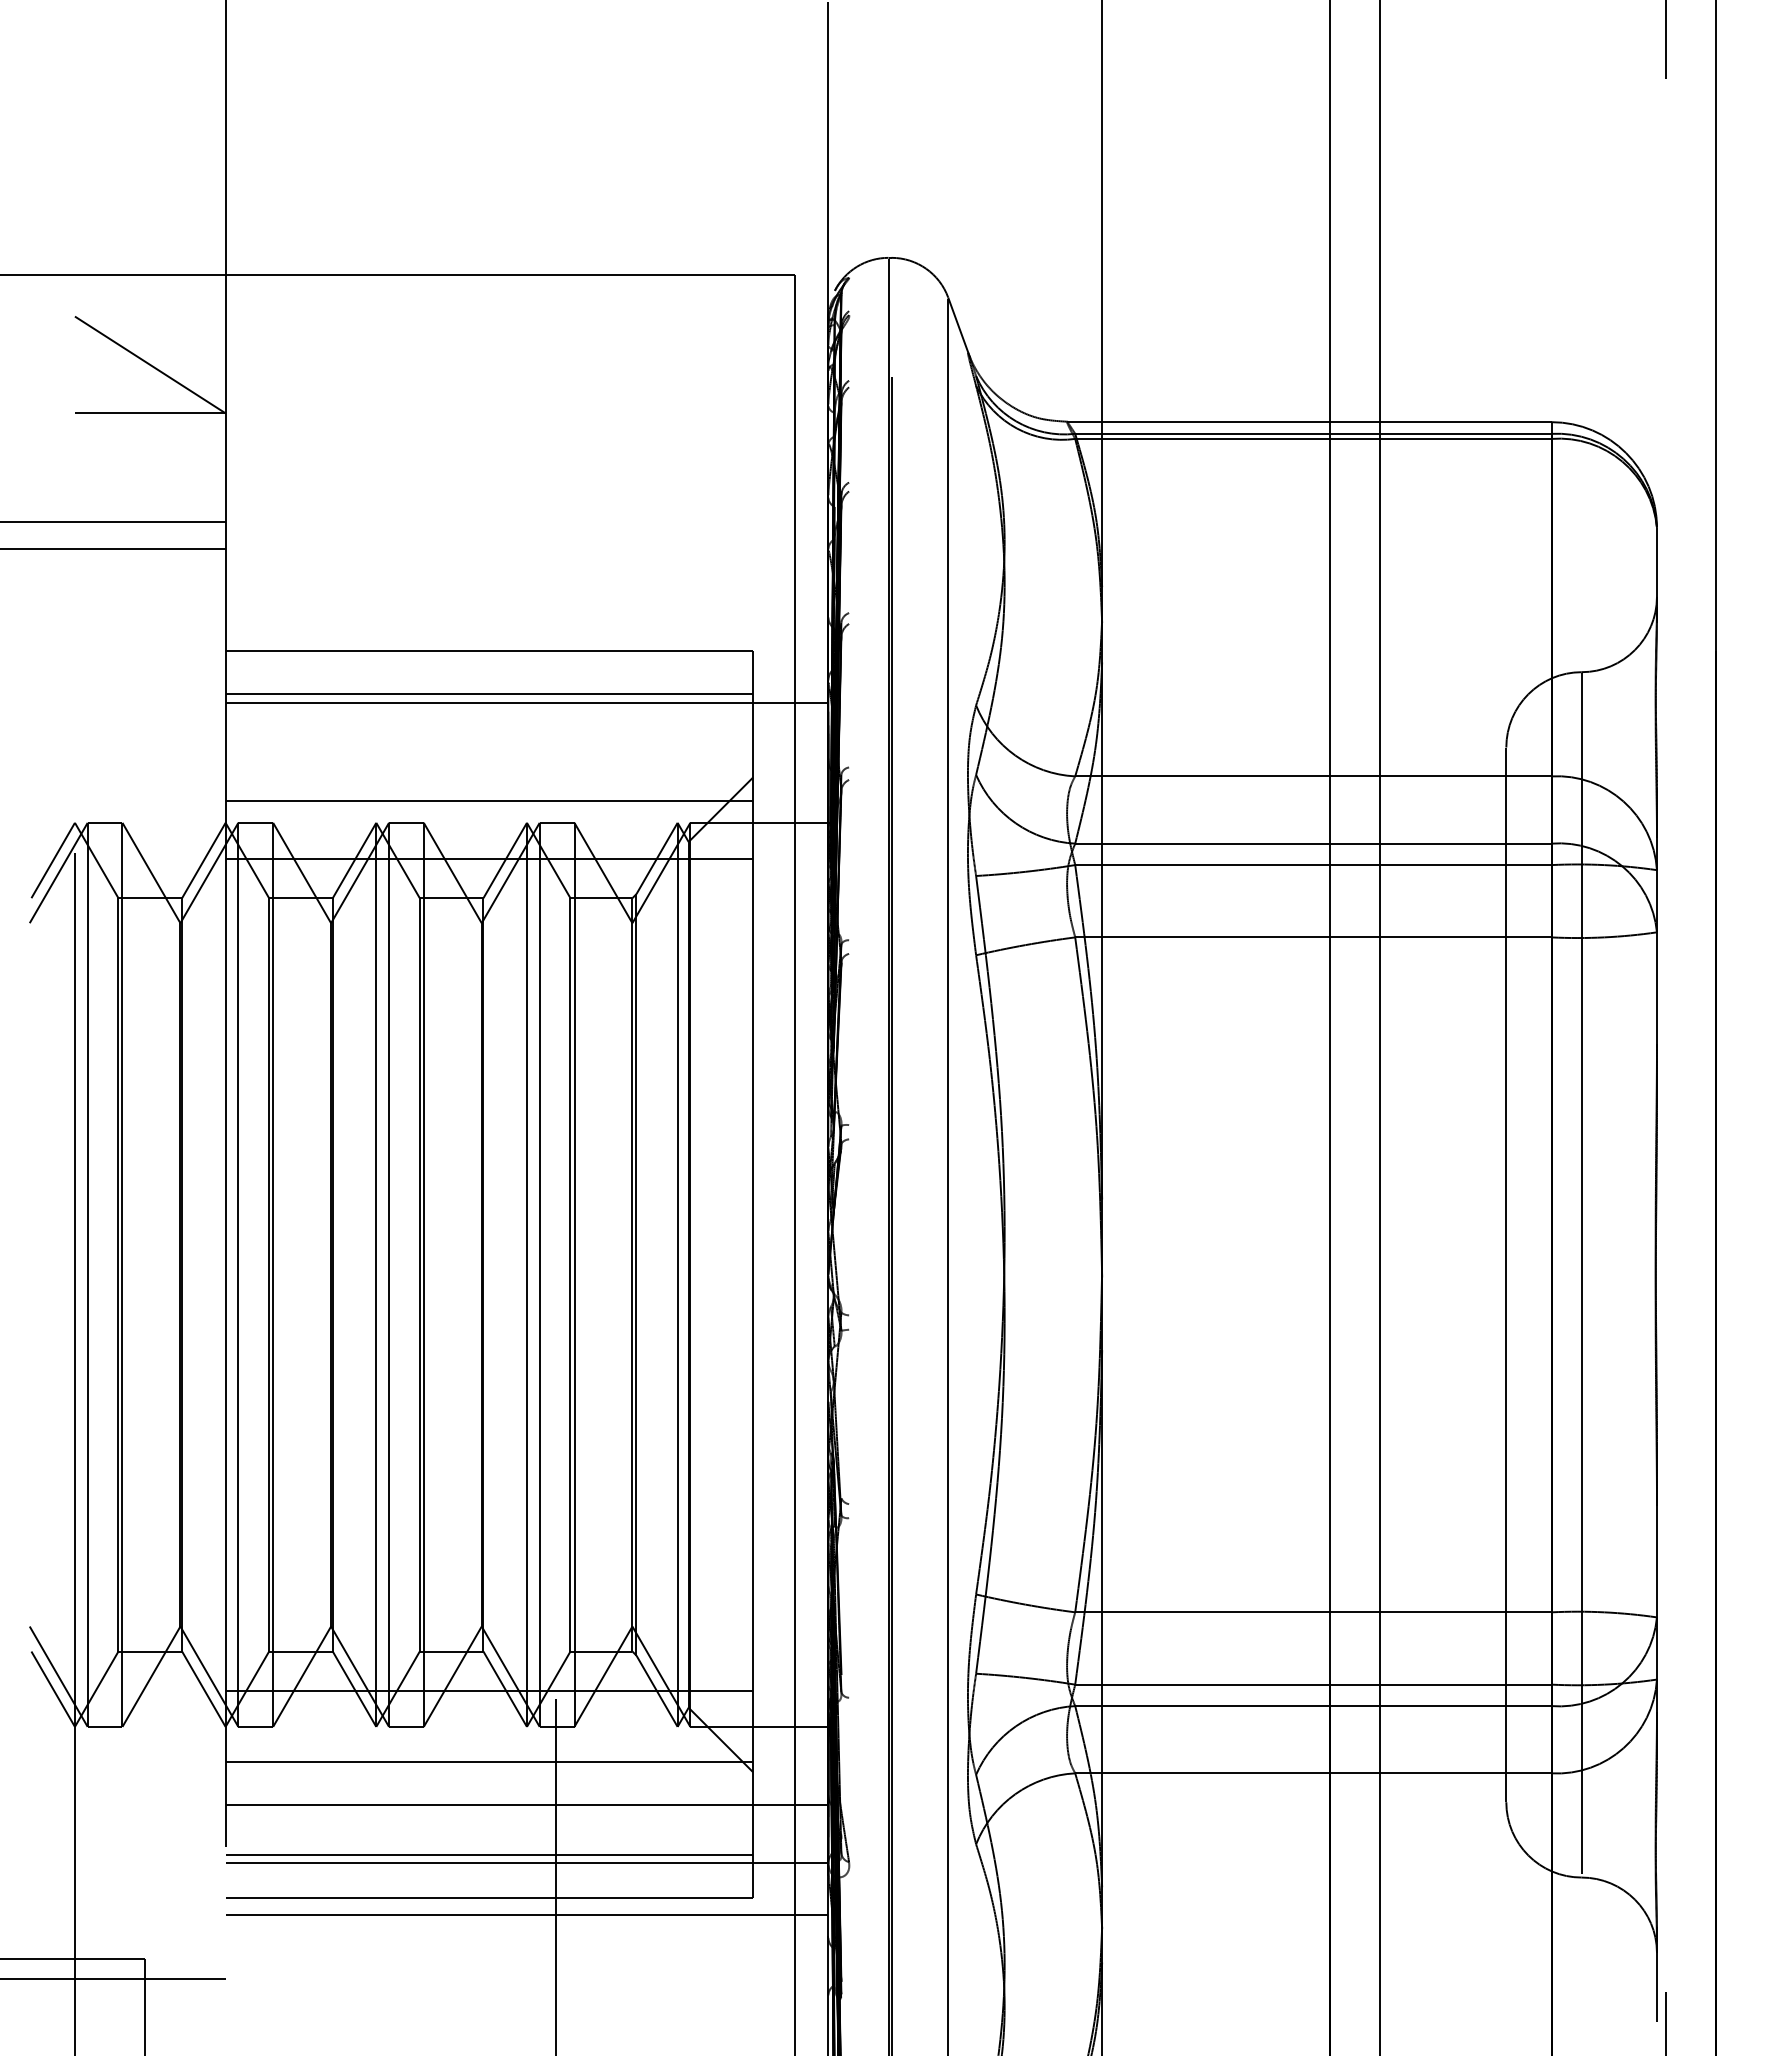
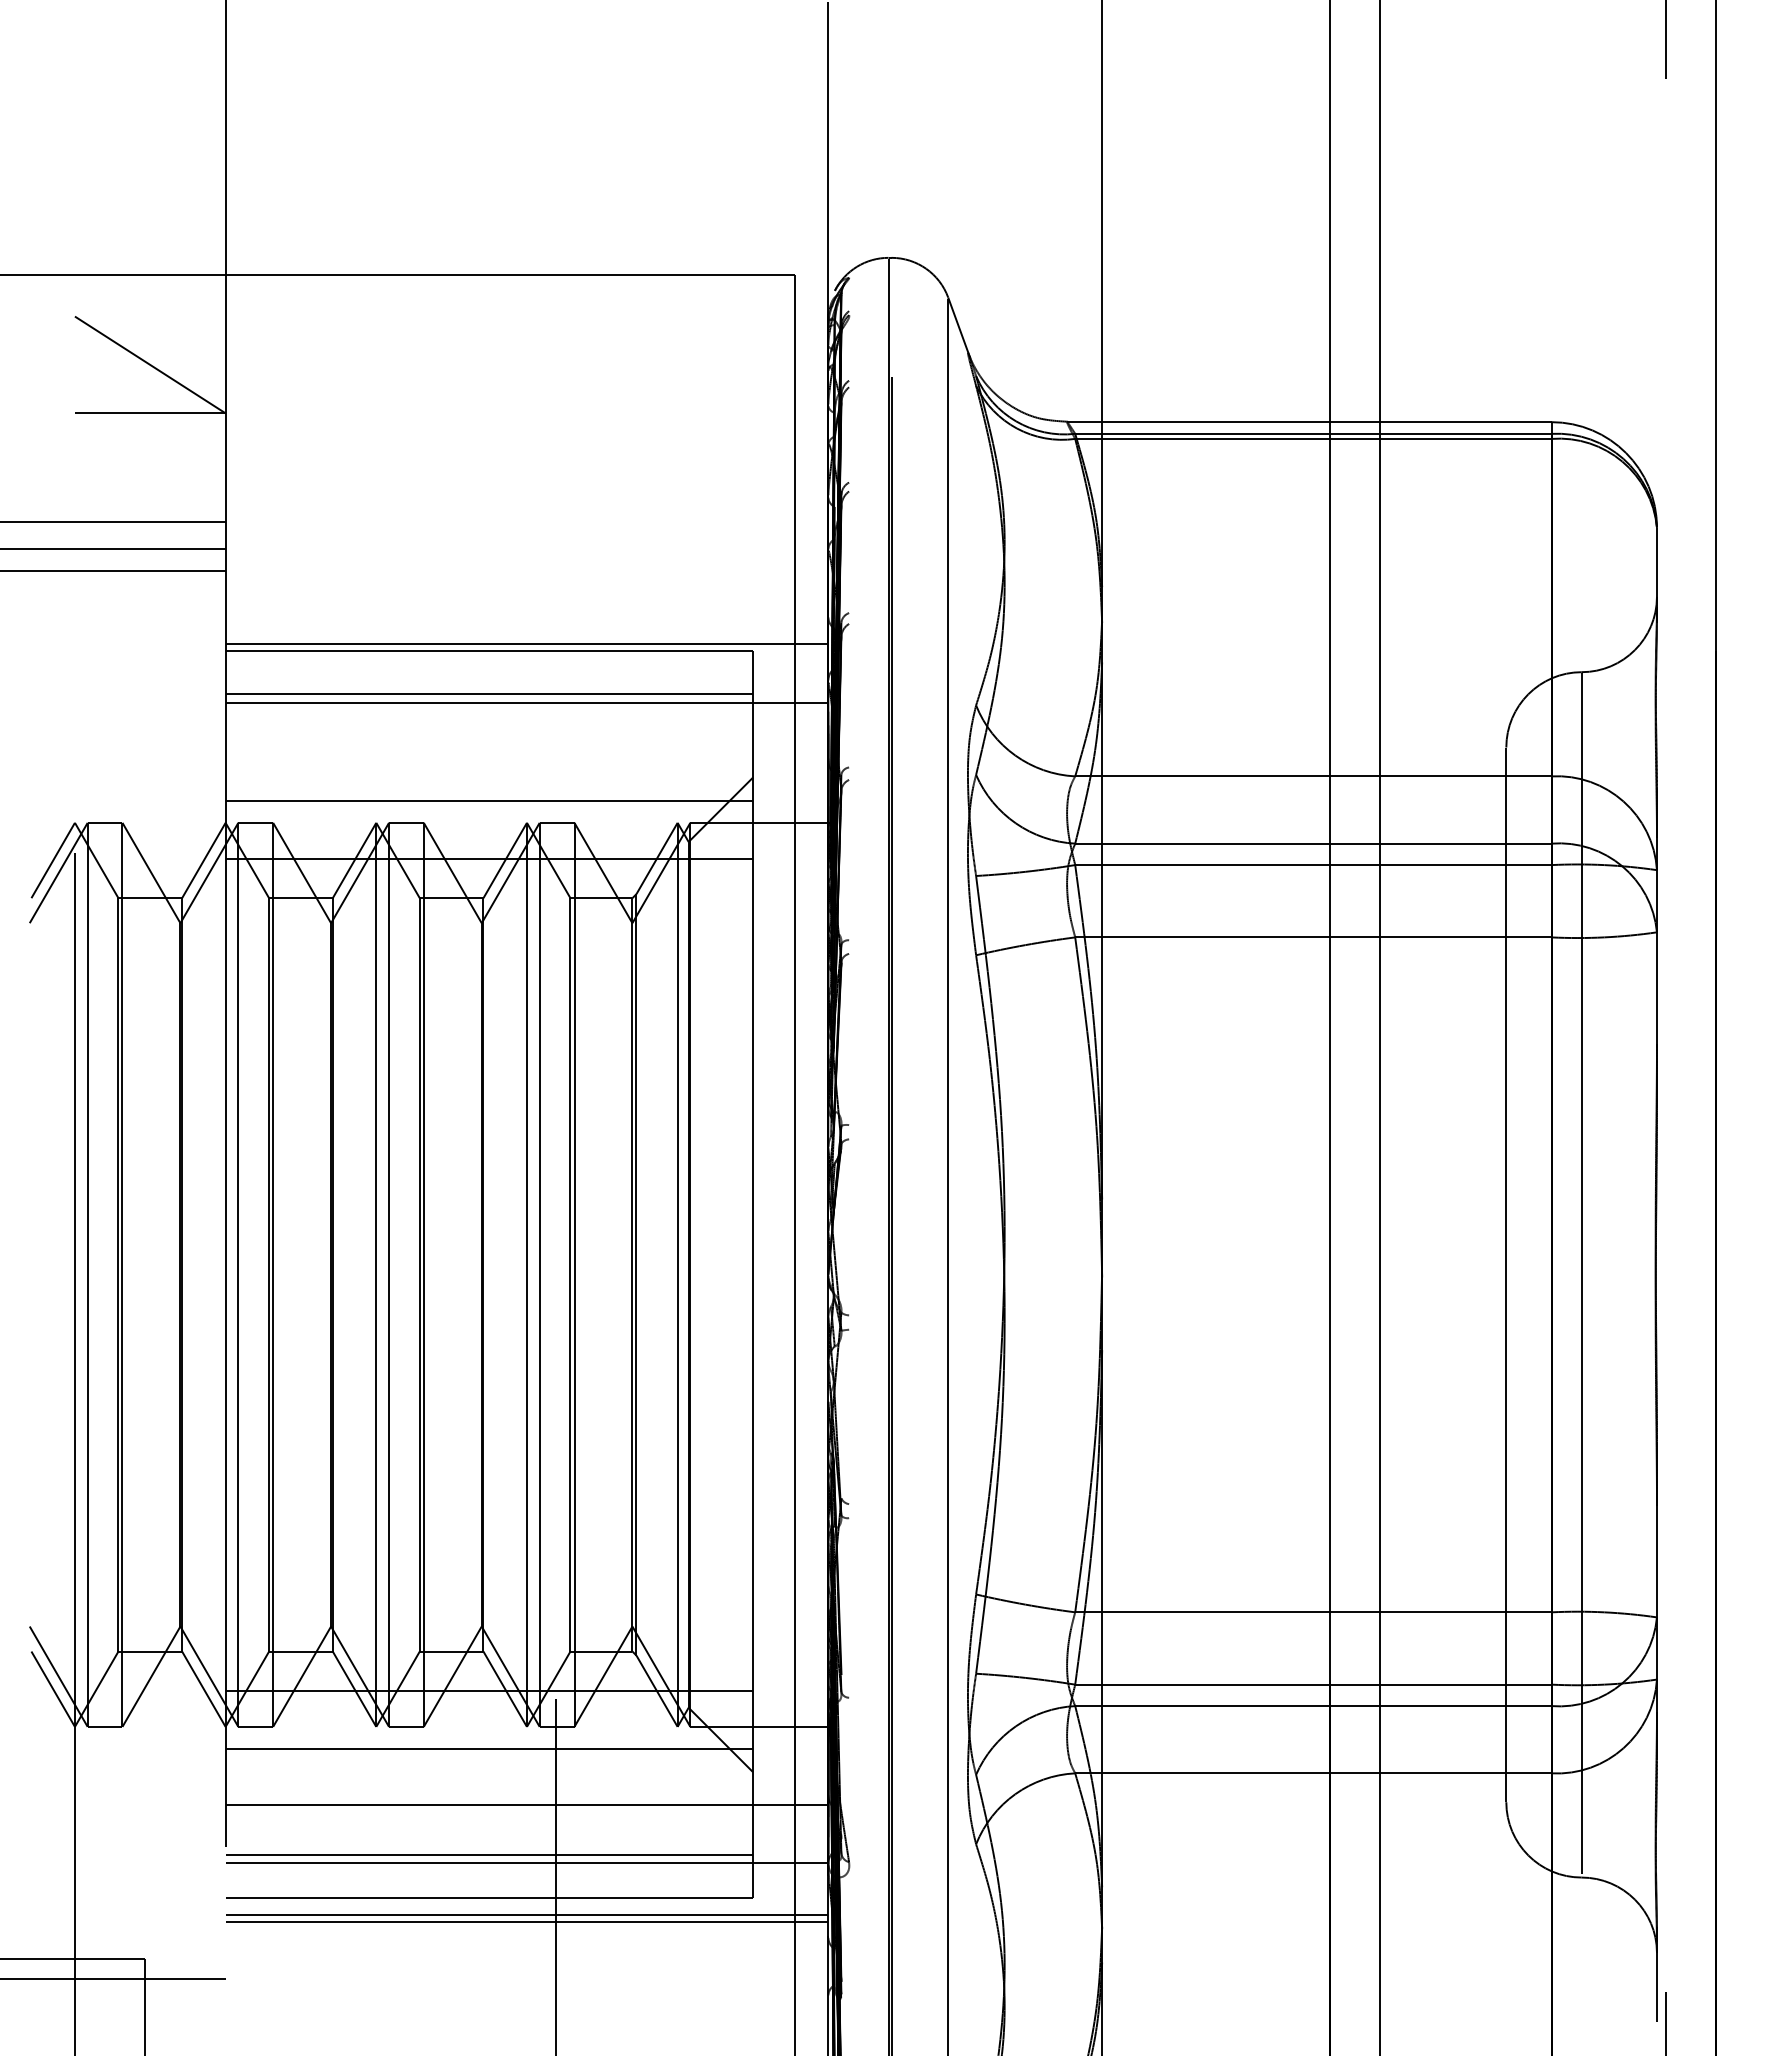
line at (113, 570): none -> present
line at (526, 643): none -> present
line at (488, 1761) position: (488, 1761) -> (488, 1748)
line at (526, 1921): none -> present
